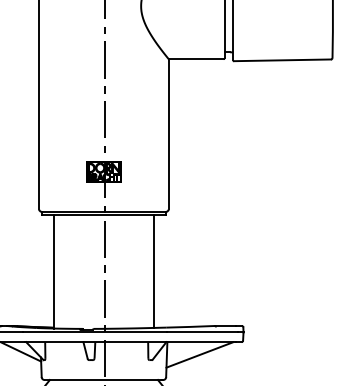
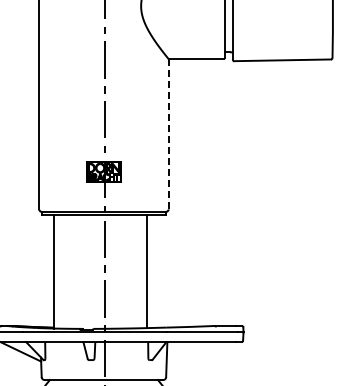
line at (168, 133): solid -> dashed
line at (153, 270) position: (153, 270) -> (146, 270)
line at (199, 354): present -> none
